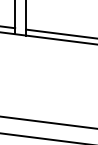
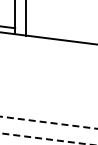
line at (60, 33): present -> none
line at (49, 122): solid -> dashed
line at (46, 139): solid -> dashed
